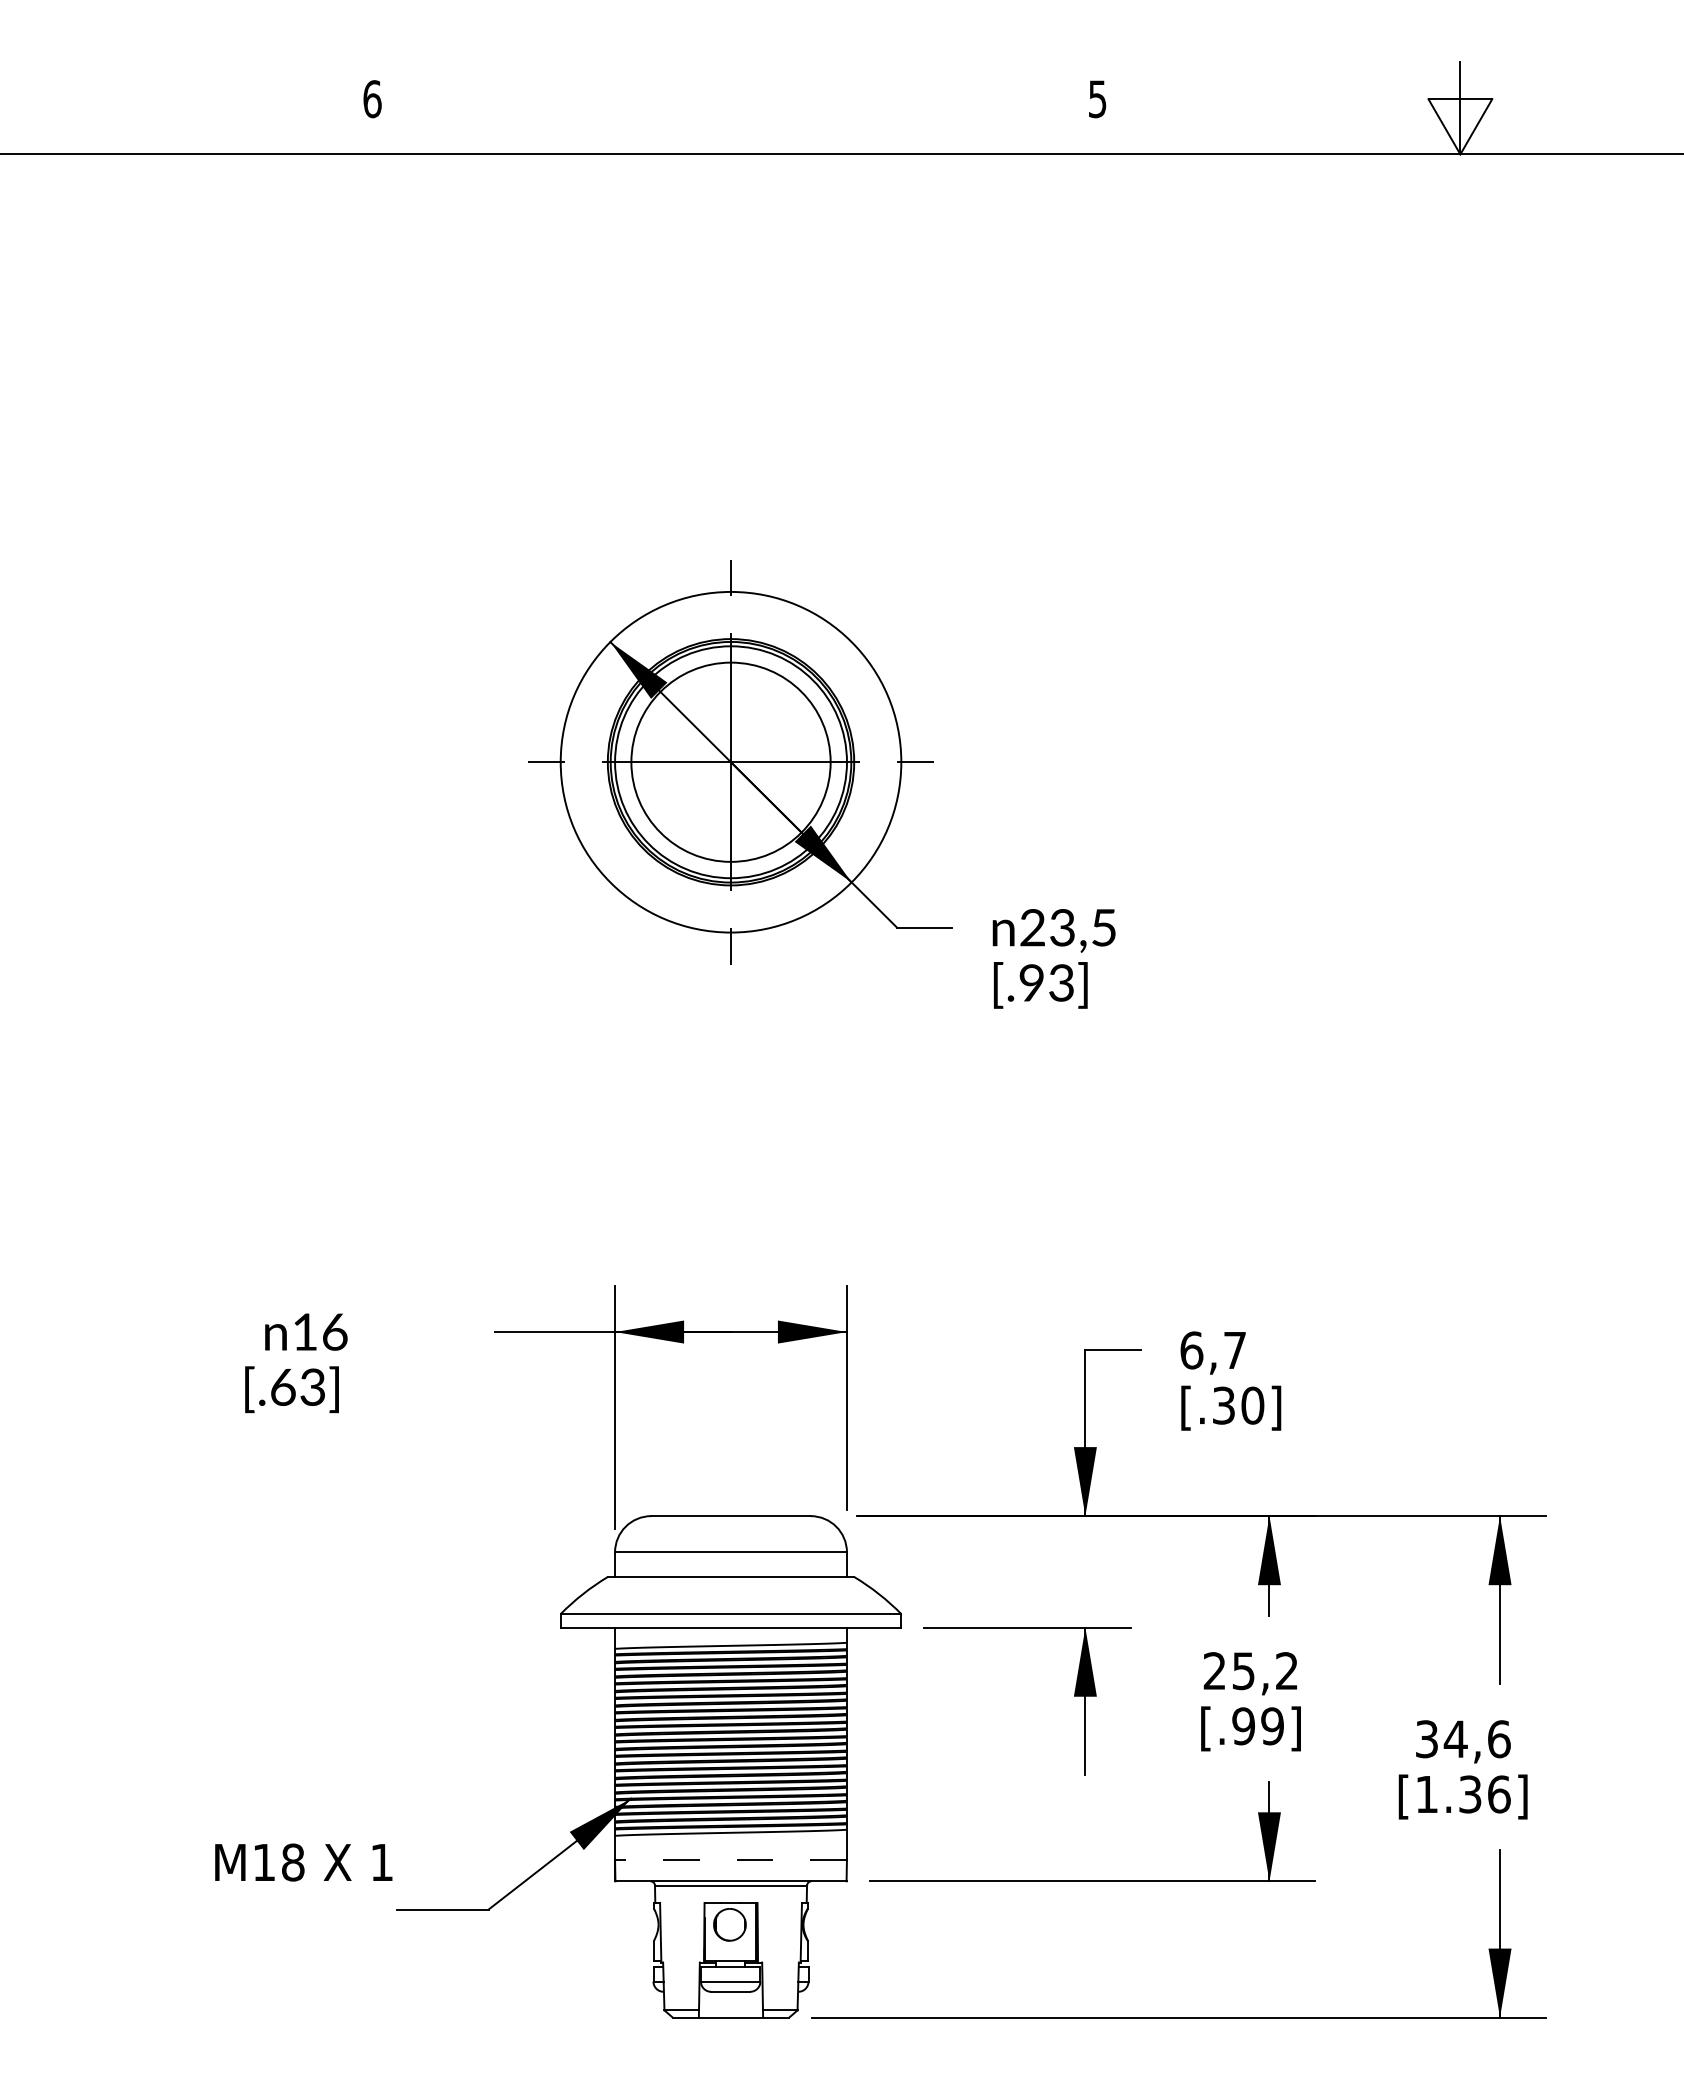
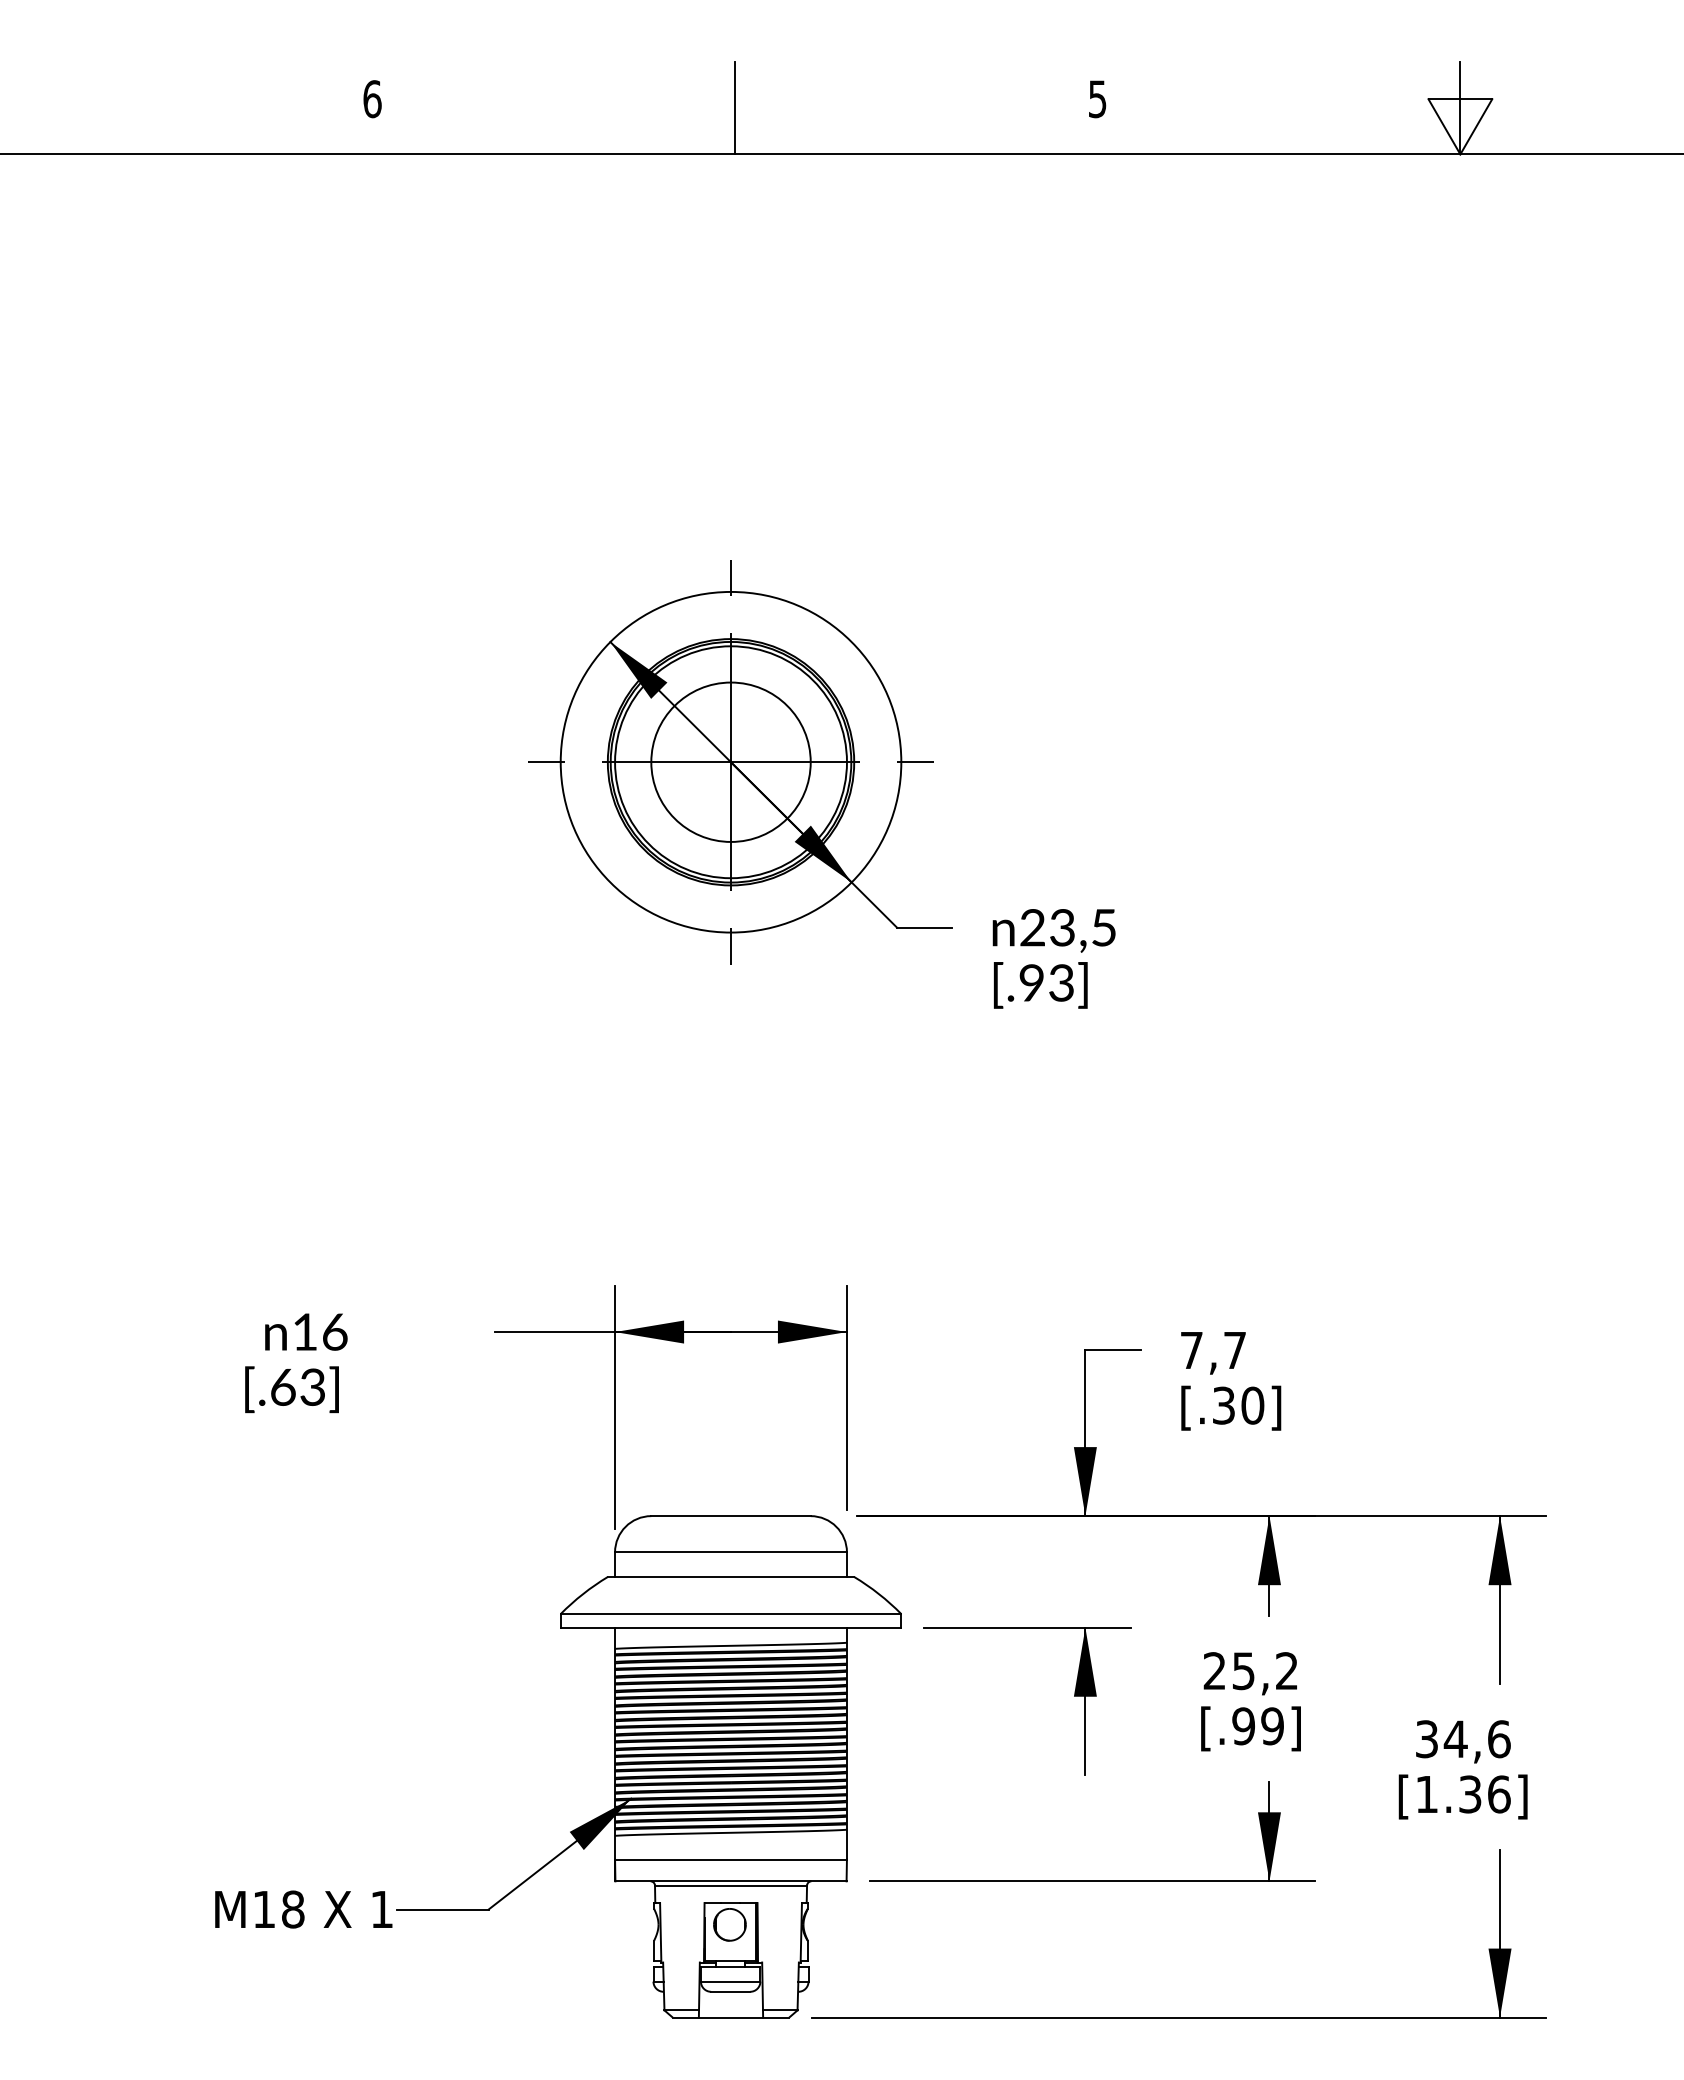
line at (735, 108): none -> present
circle at (730, 761) diameter: 199 px -> 159 px
text at (1191, 1350): 6,7 -> 7,7
line at (731, 1859): dashed -> solid
text at (303, 1862) position: (303, 1862) -> (303, 1909)
